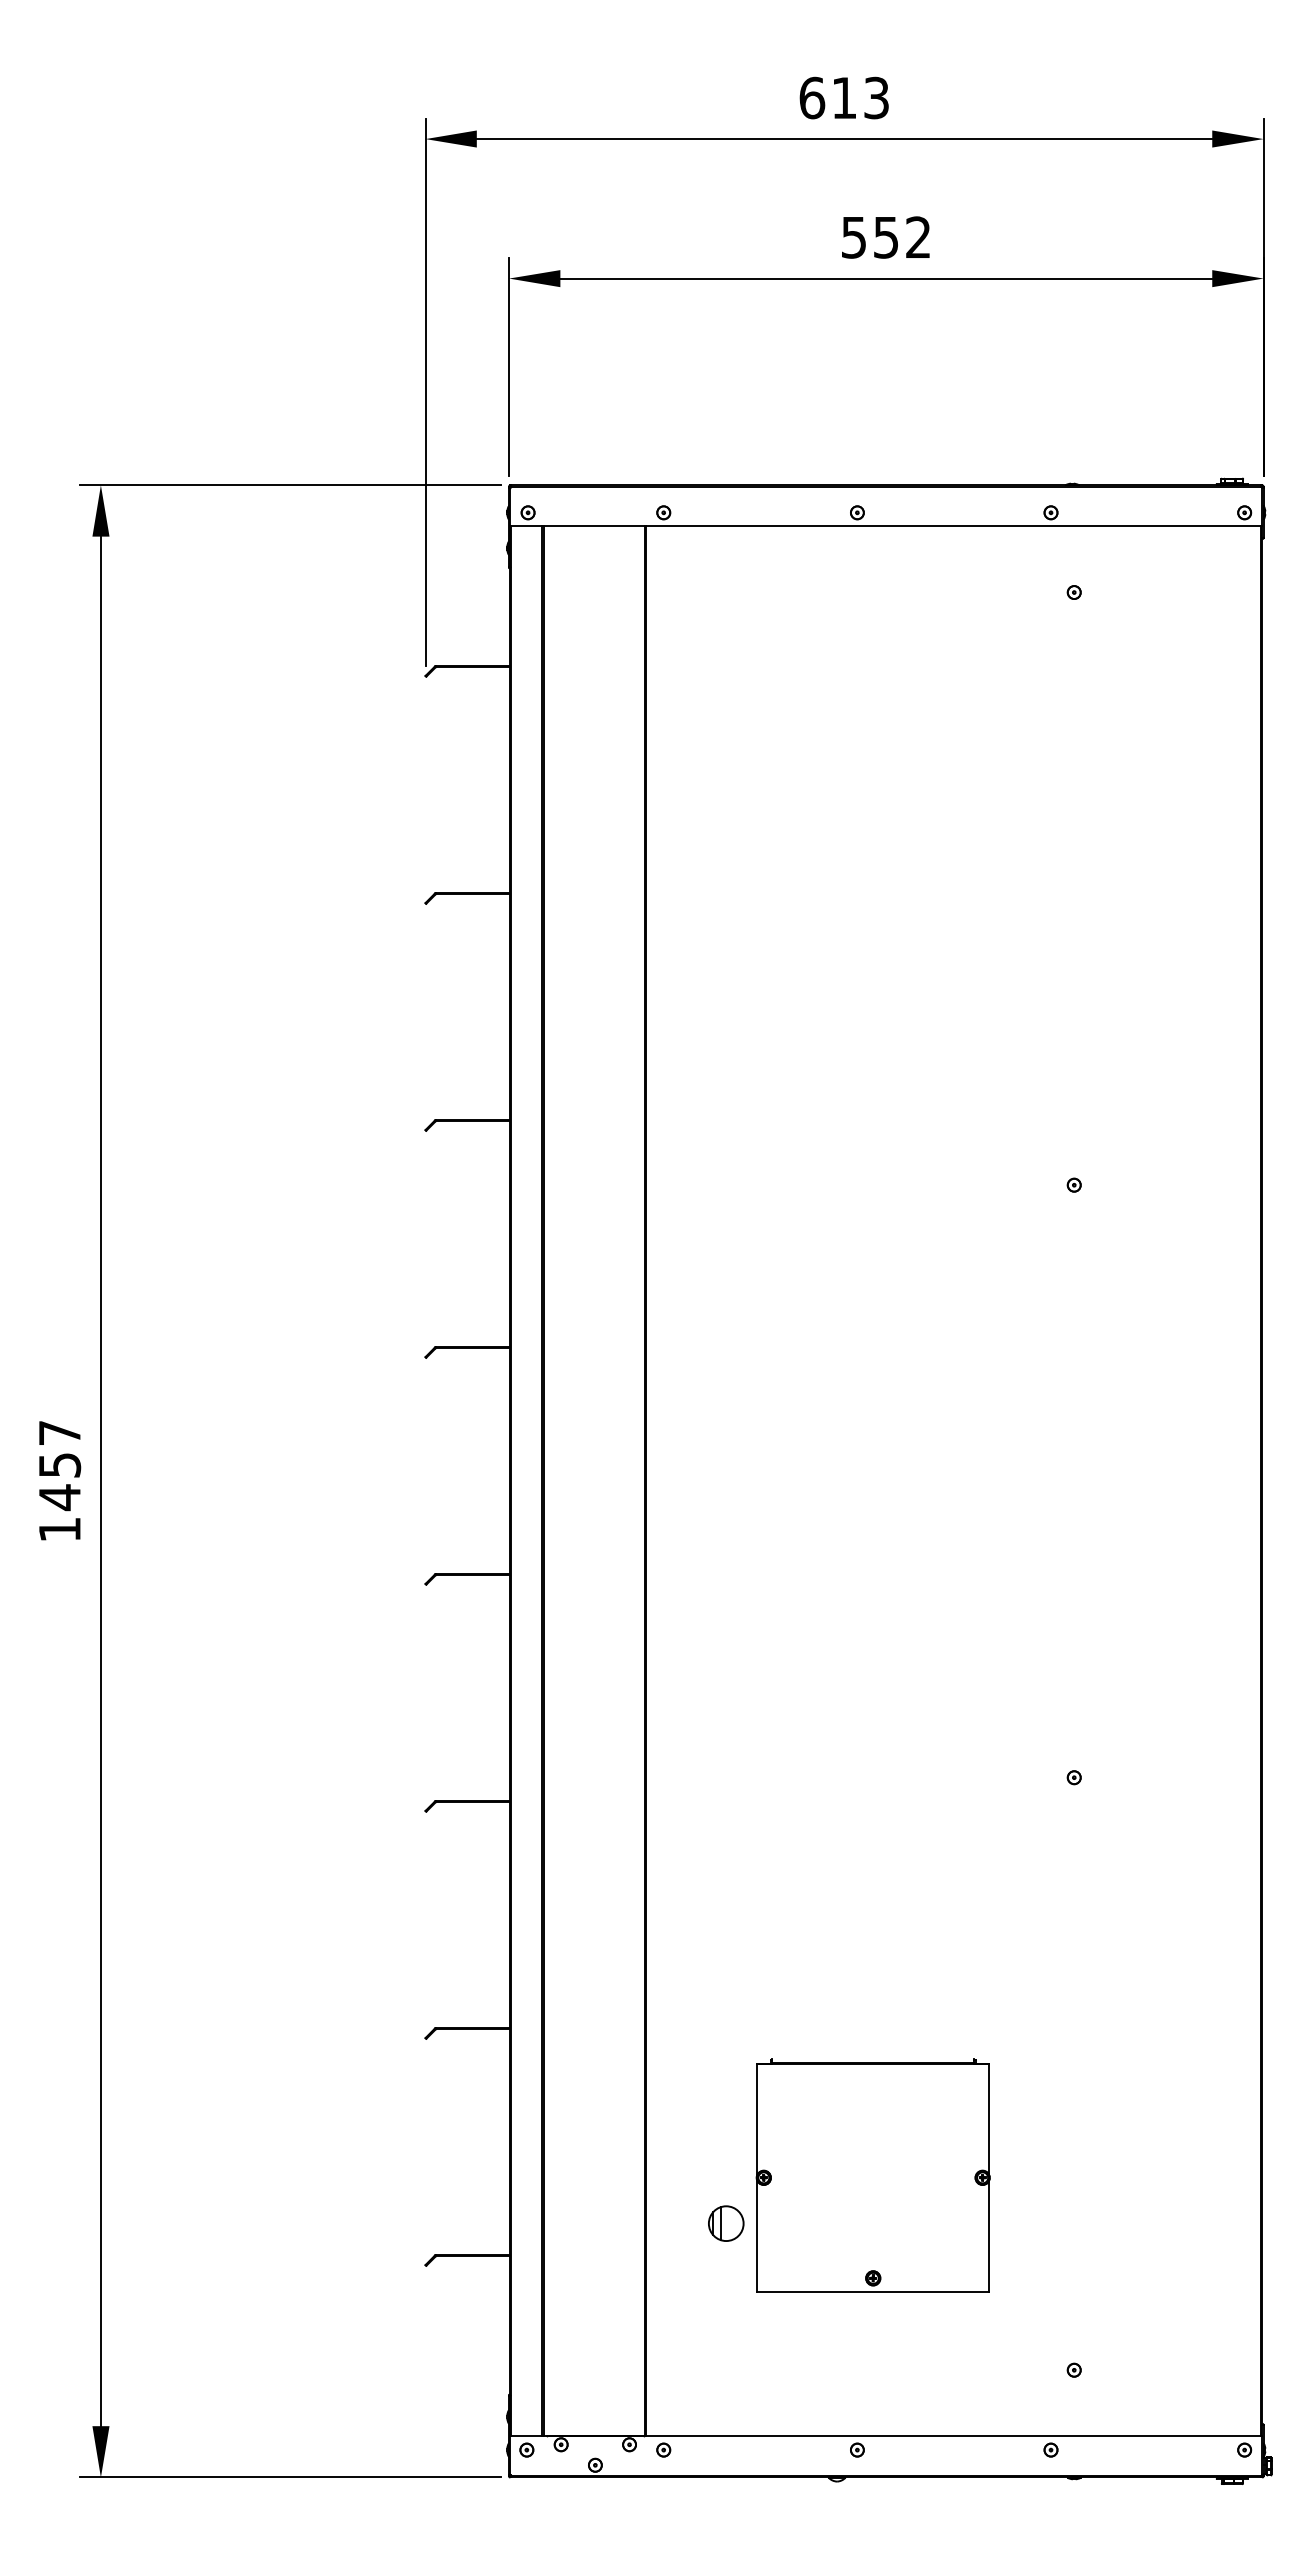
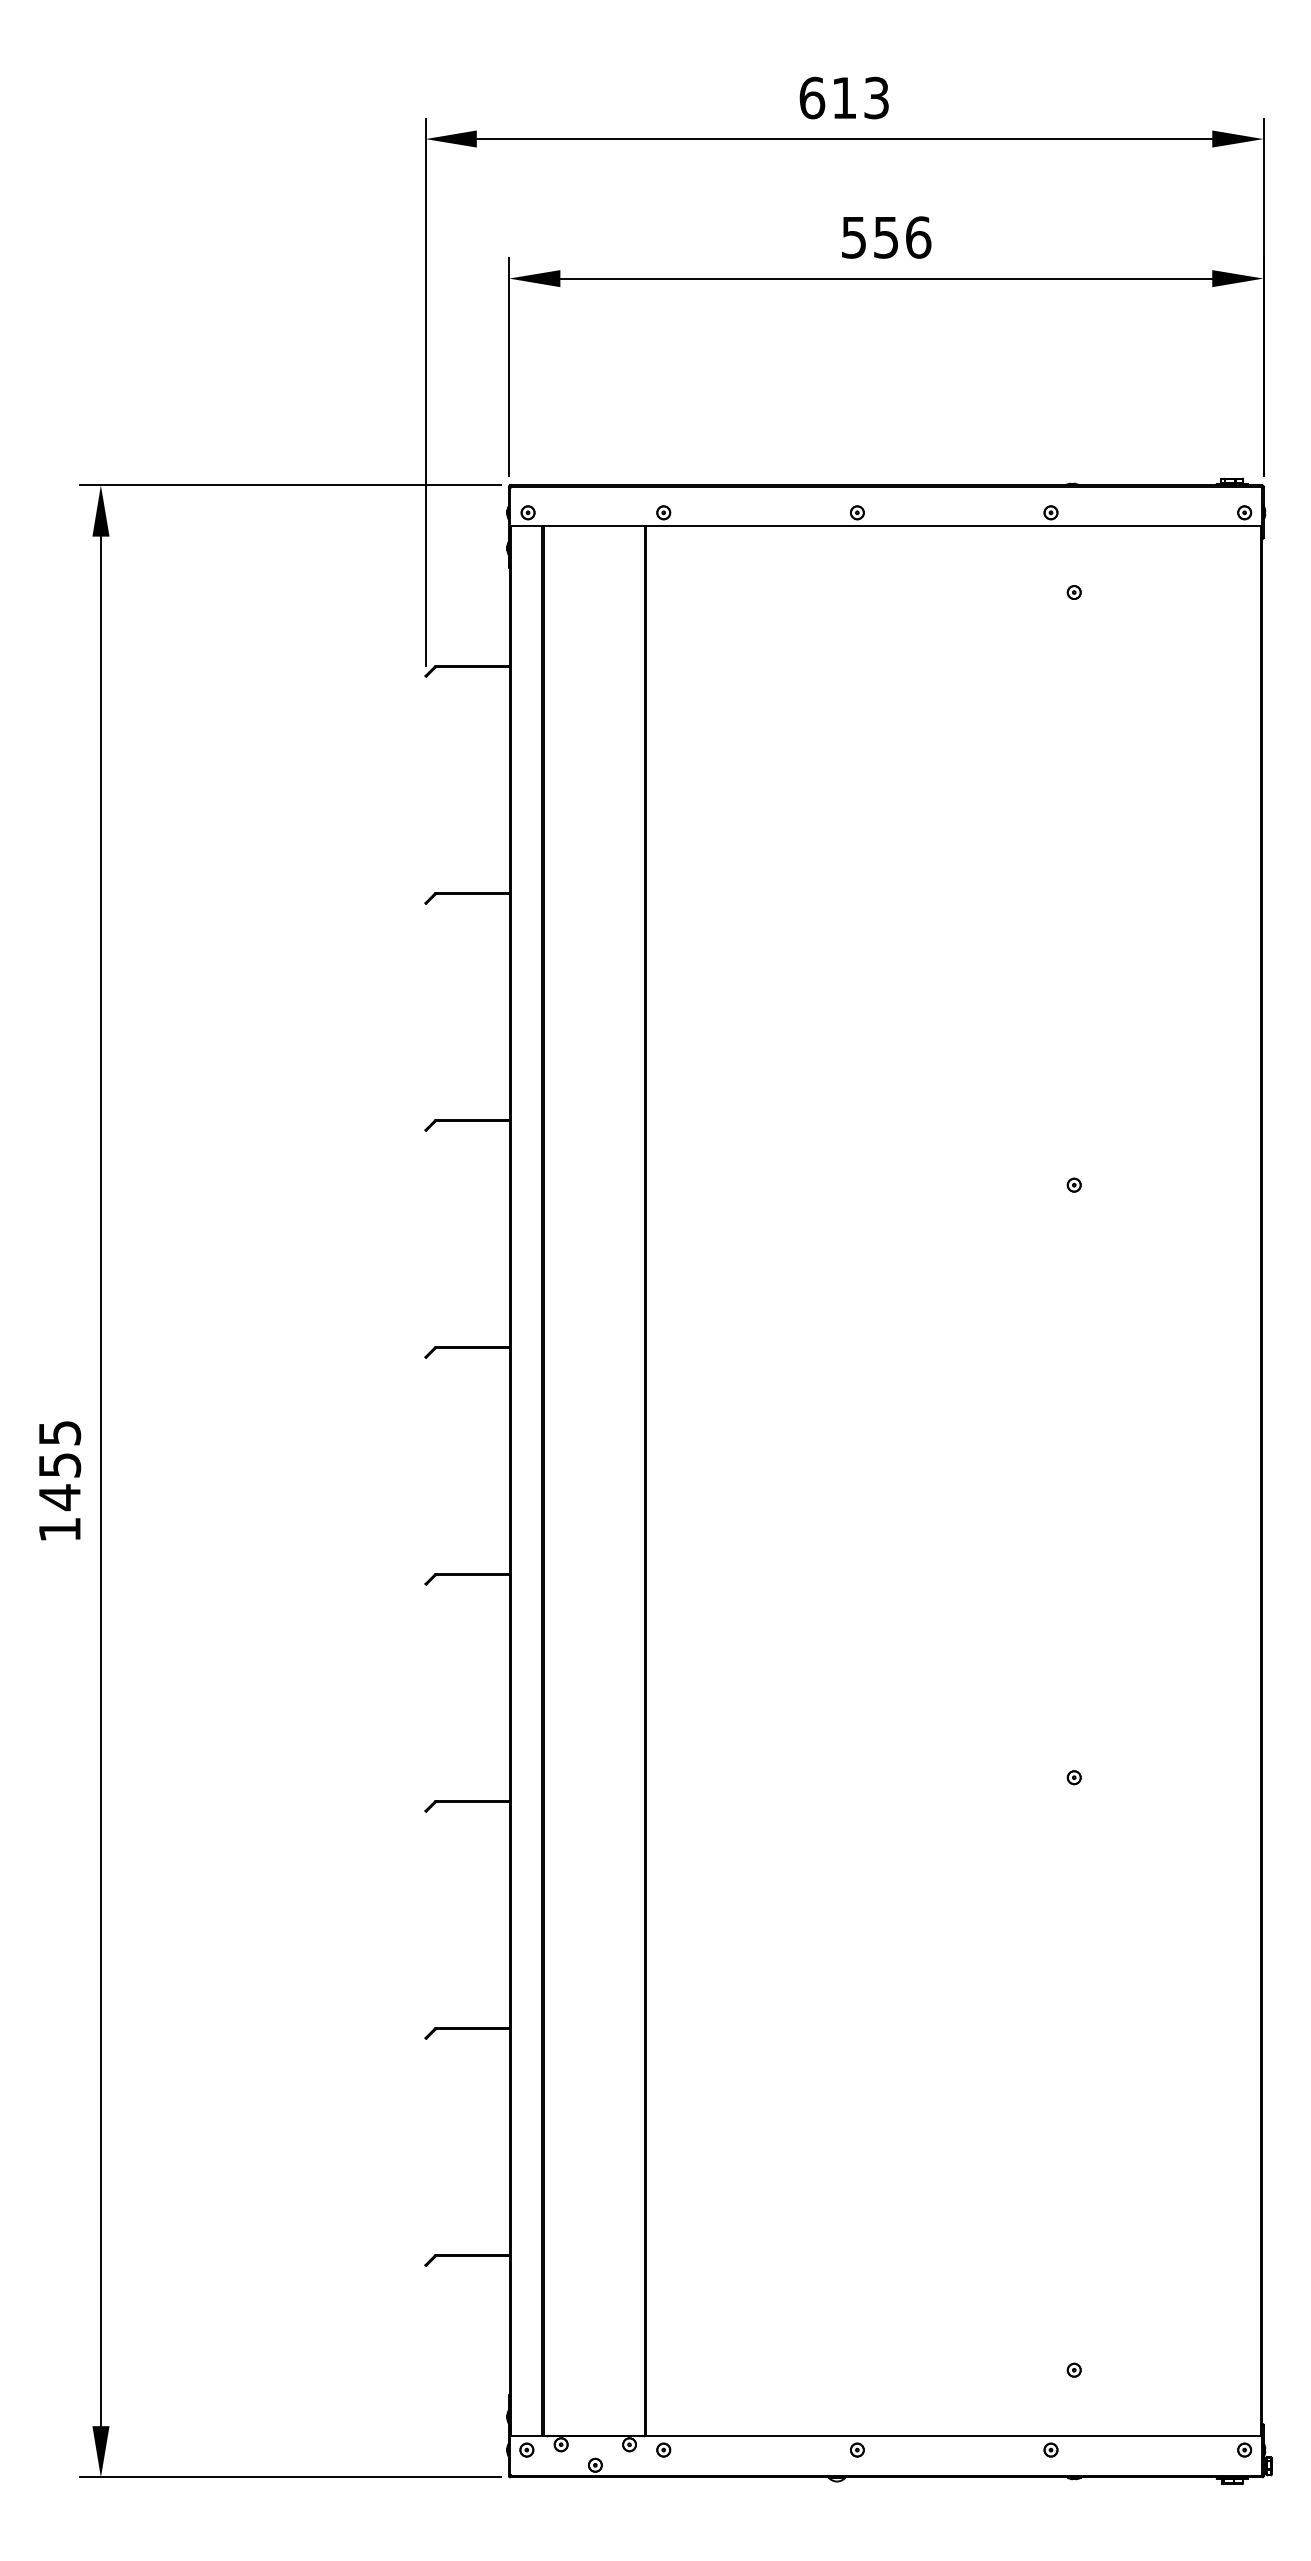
text at (918, 237): 552 -> 556
text at (60, 1433): 1457 -> 1455
part at (872, 2175): present -> none
part at (726, 2223): present -> none
